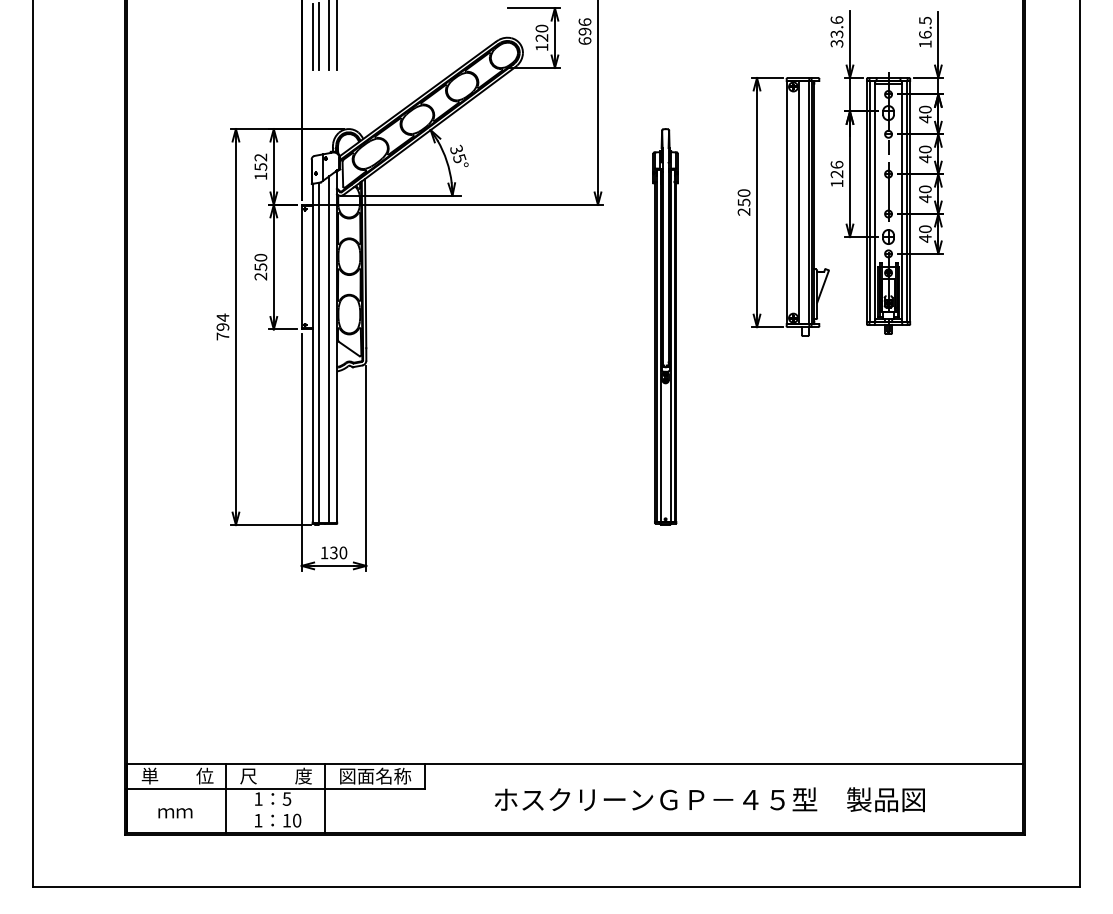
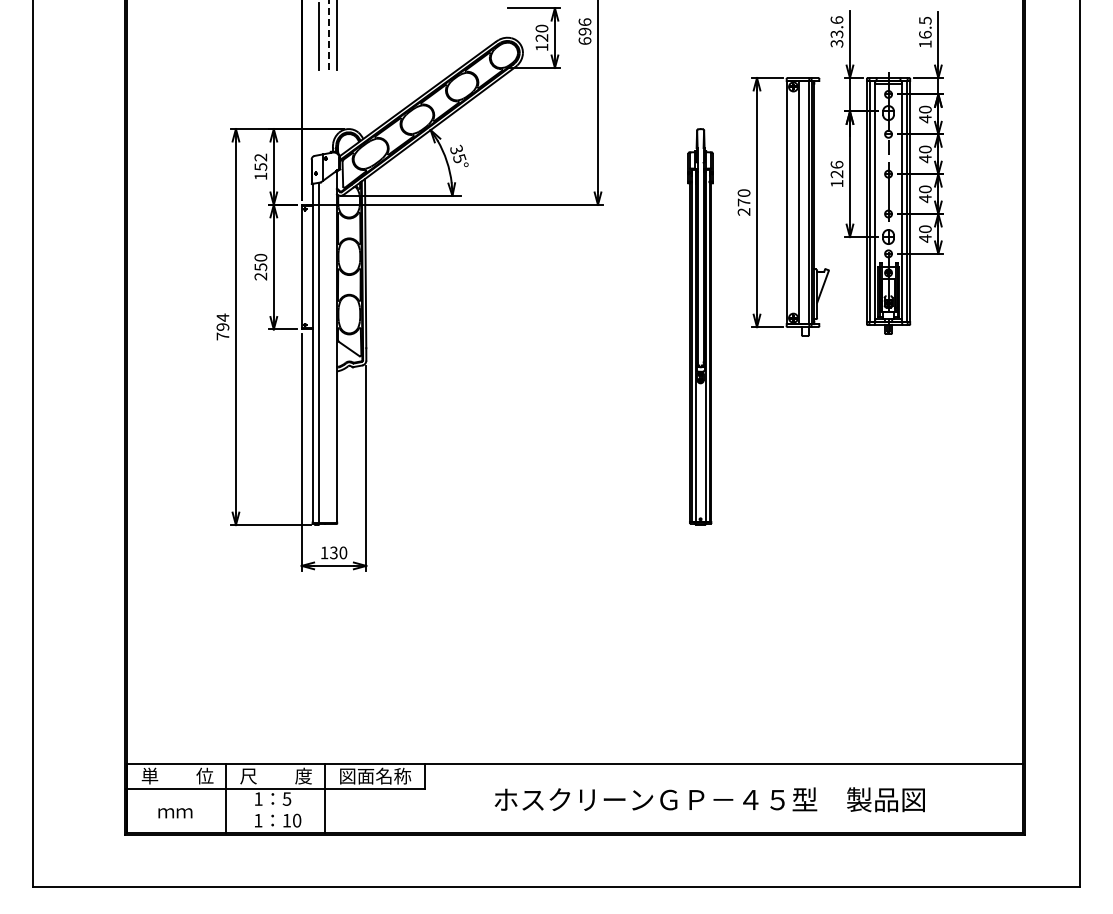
line at (329, 35): solid -> dashed
line at (313, 37): present -> none
text at (744, 202): 250 -> 270
part at (665, 326) position: (665, 326) -> (700, 326)
line at (329, 349): present -> none
